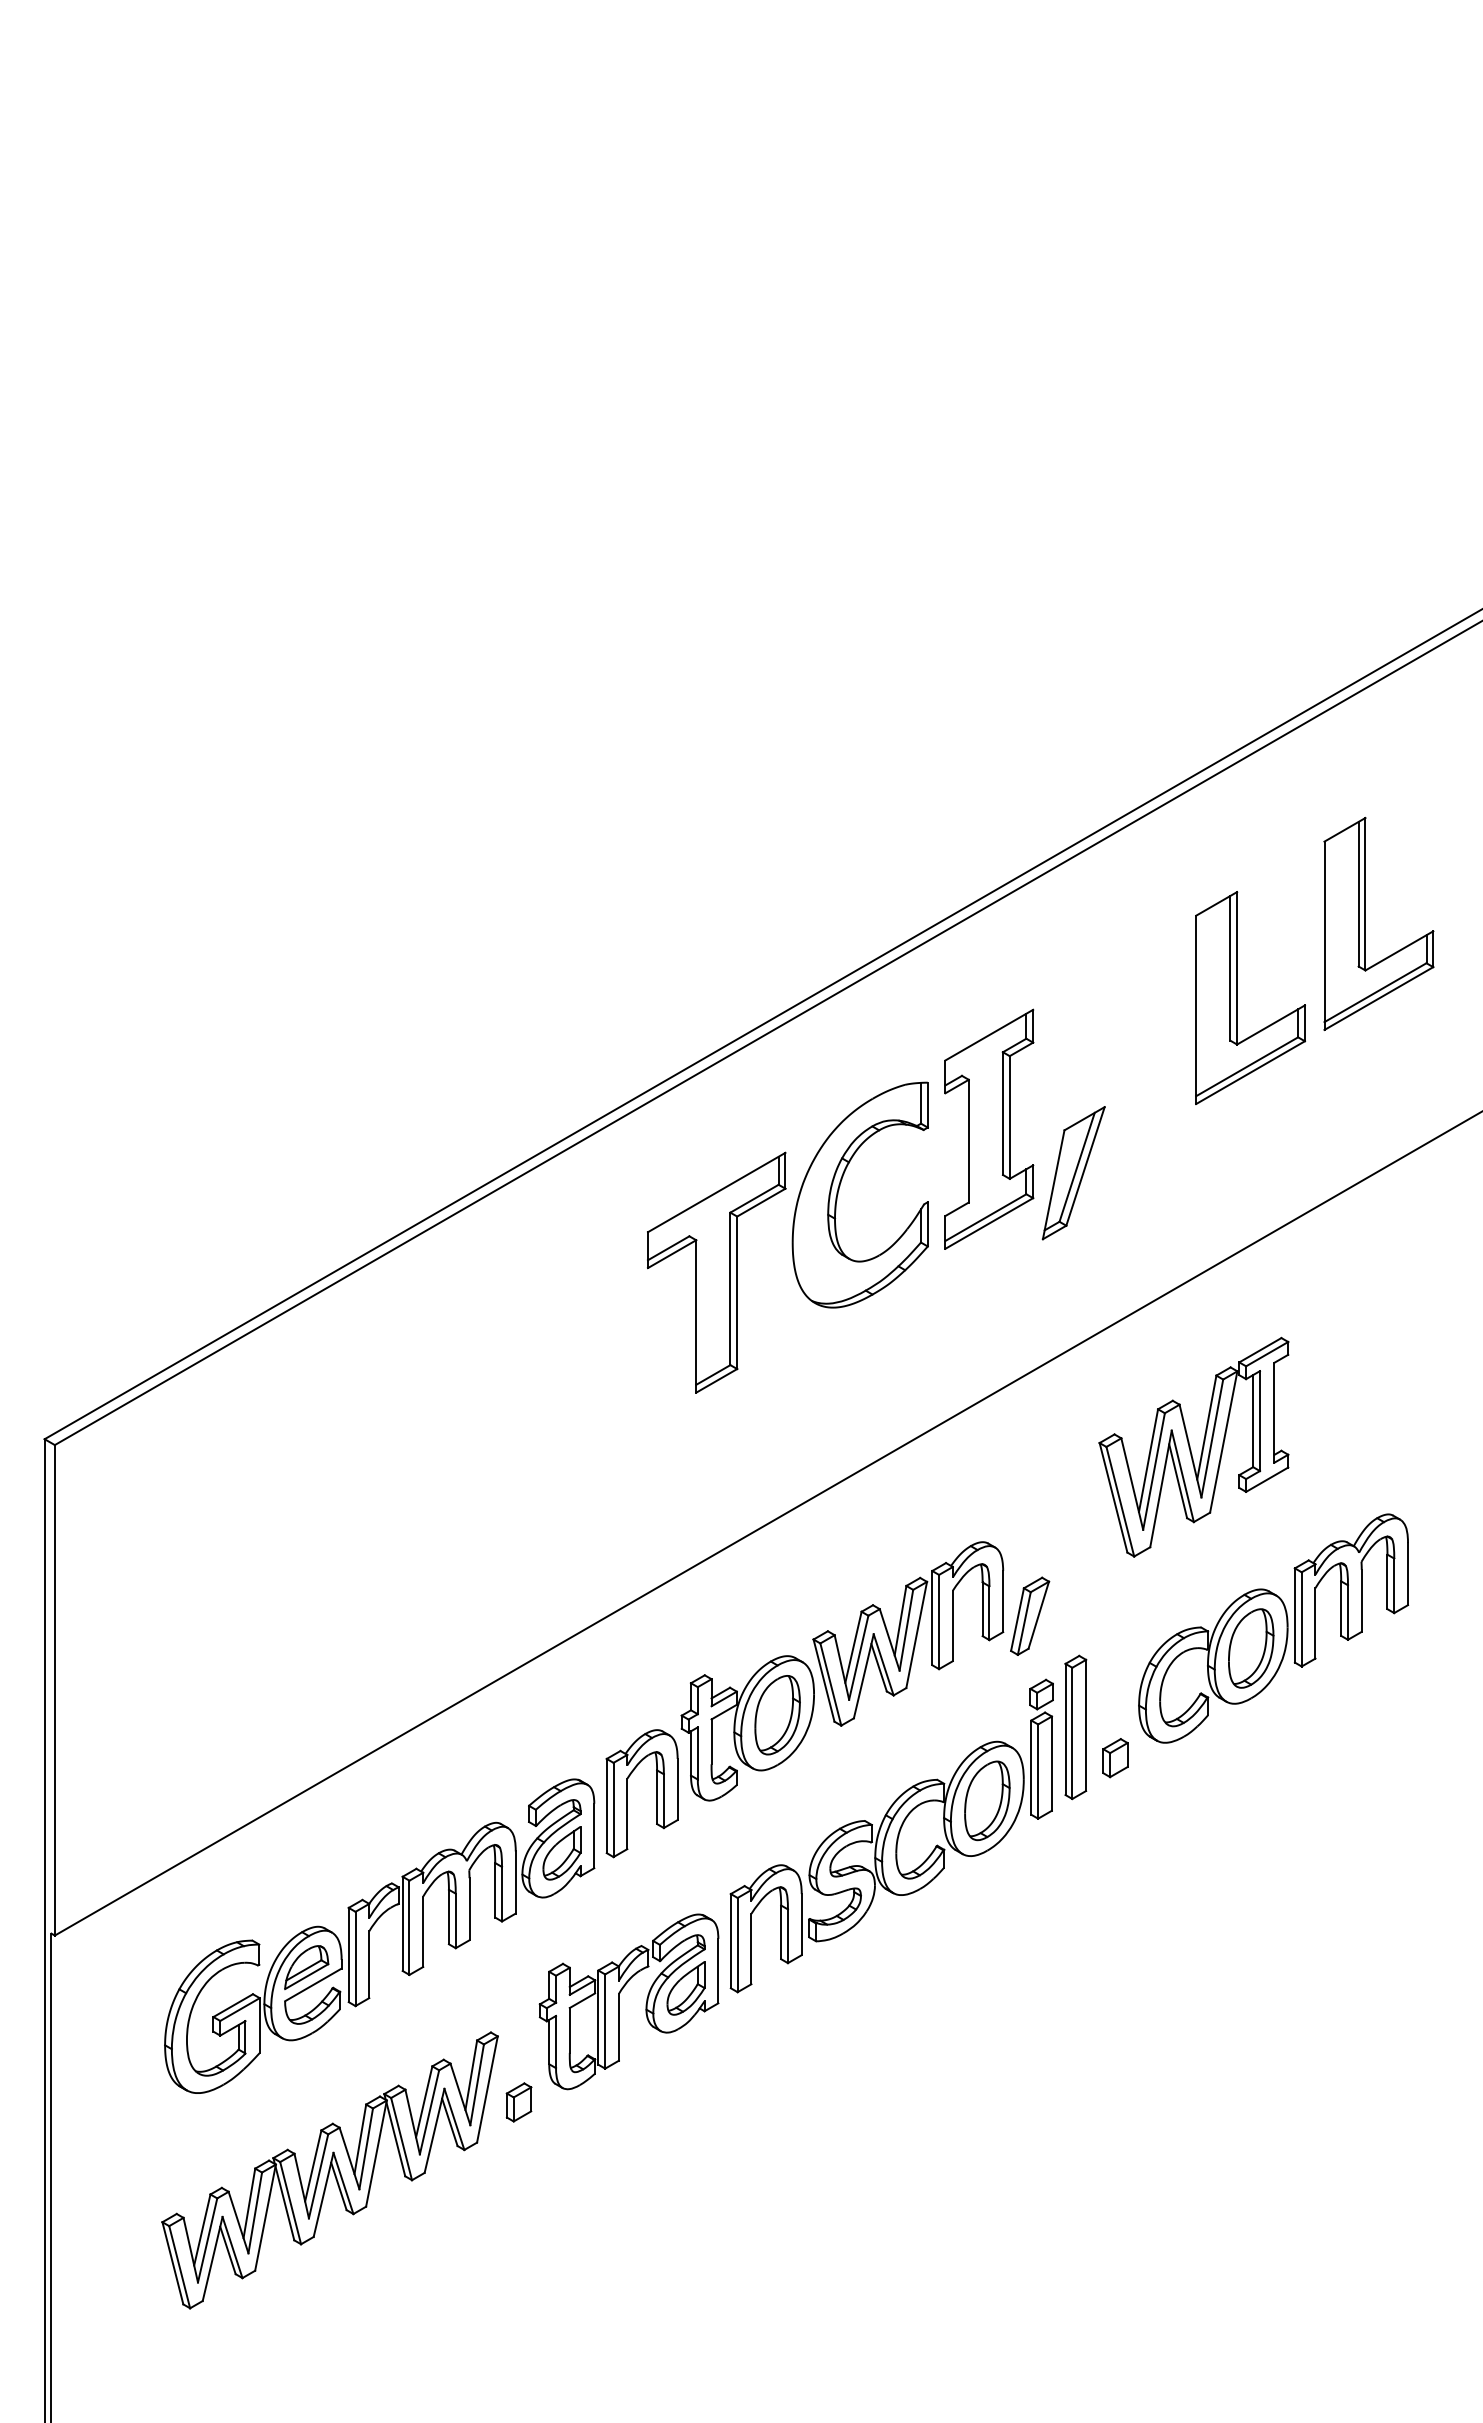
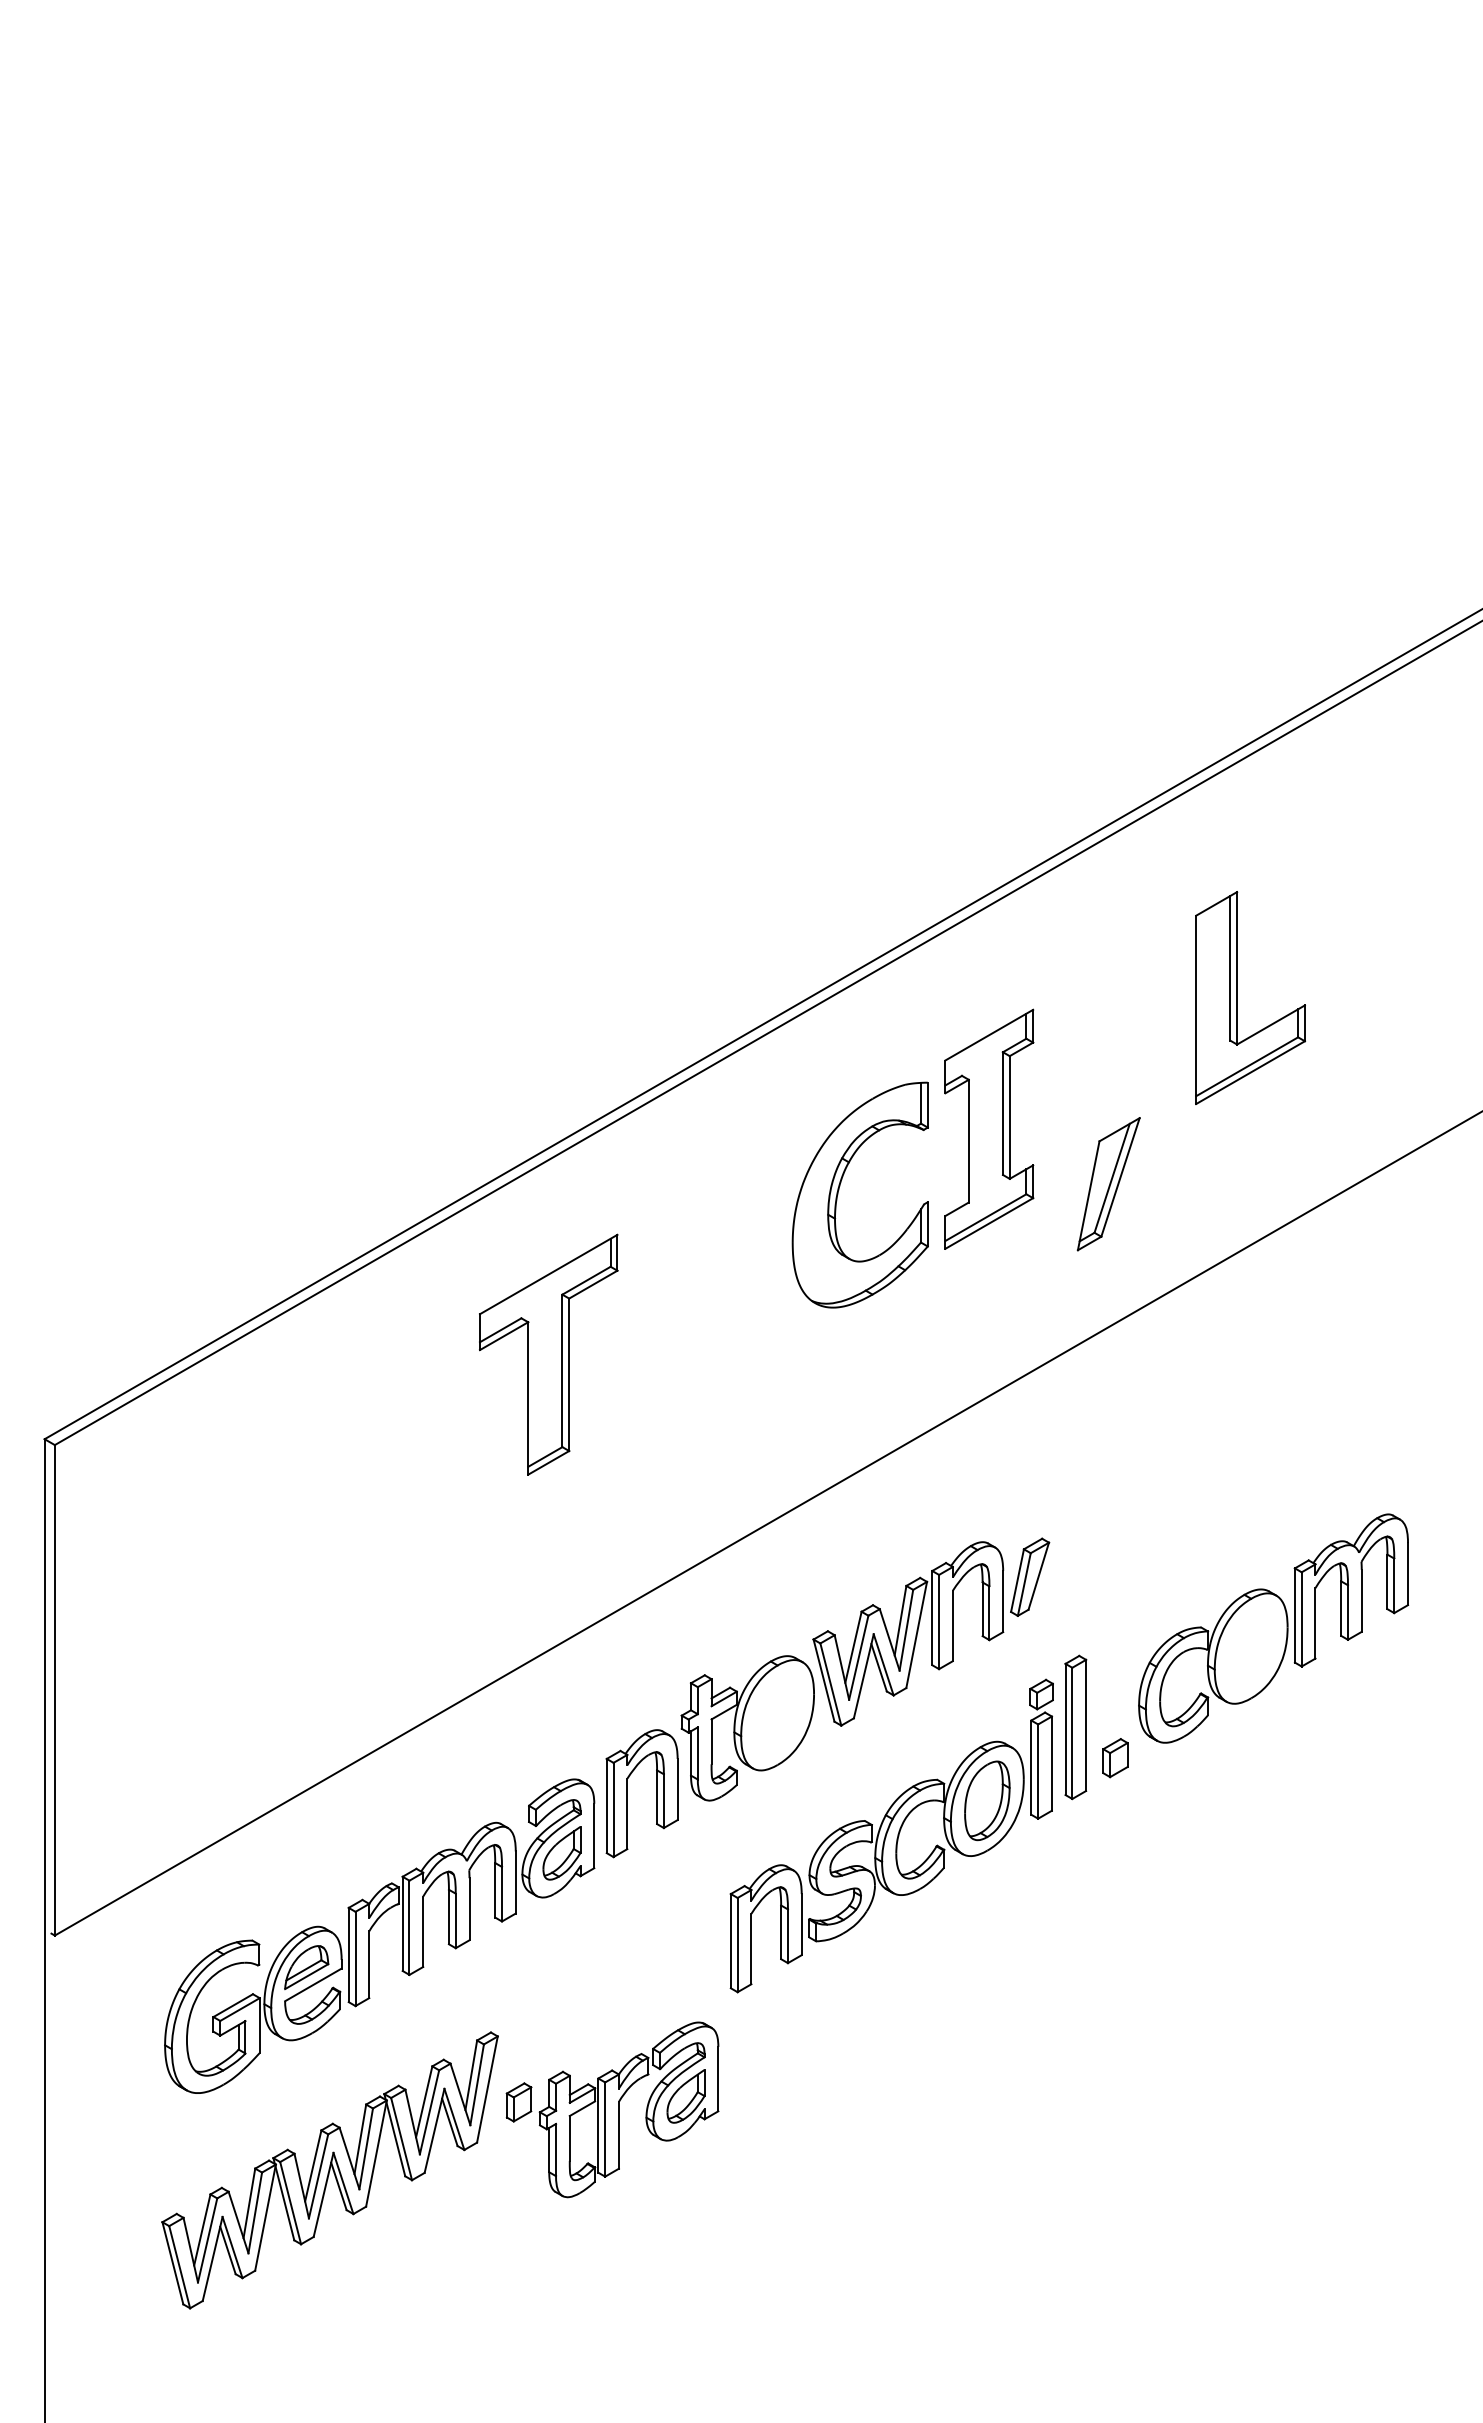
part at (1365, 923): present -> none
part at (1073, 1173) position: (1073, 1173) -> (1108, 1184)
part at (716, 1272) position: (716, 1272) -> (548, 1354)
part at (1193, 1446): present -> none
part at (1030, 1615) position: (1030, 1615) -> (1030, 1576)
part at (1251, 1648): present -> none
part at (777, 1715): present -> none
part at (619, 2001) position: (619, 2001) -> (619, 2109)
line at (51, 2176): present -> none
